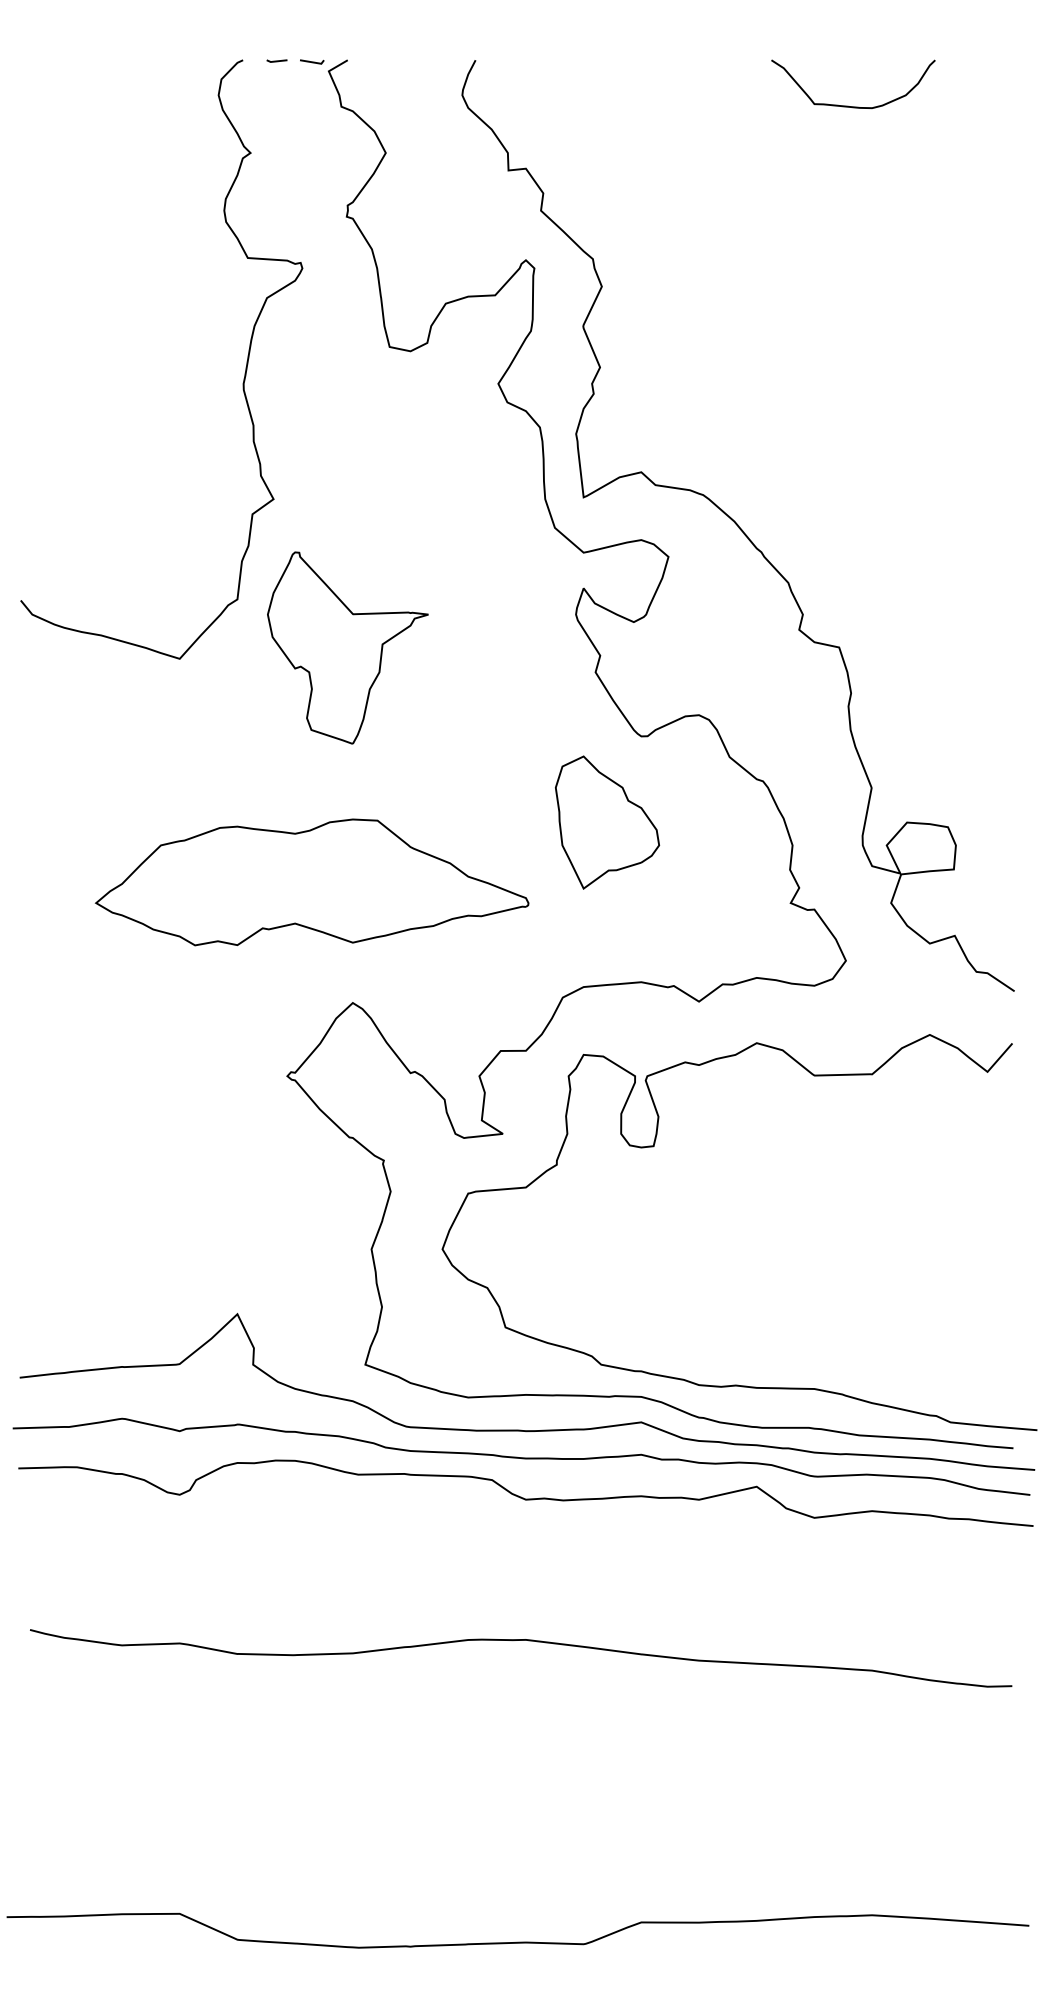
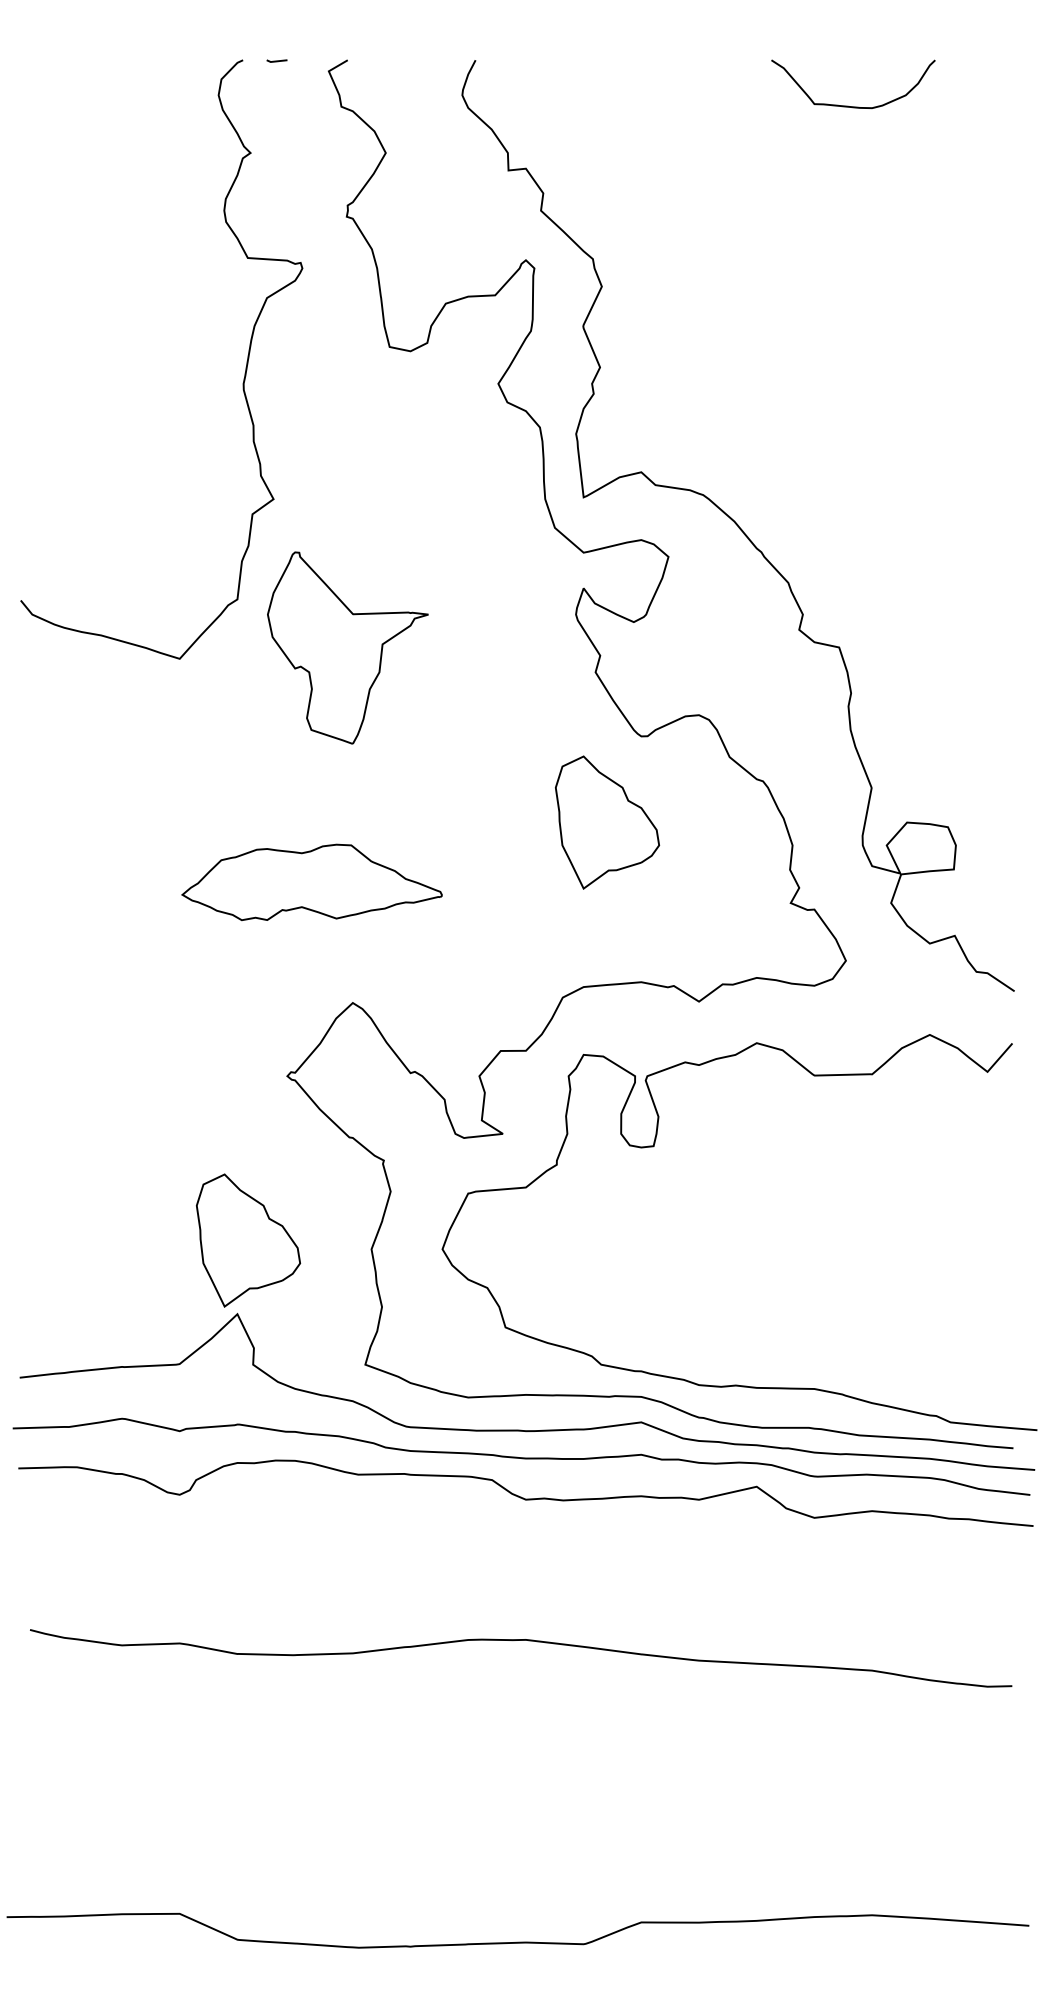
line at (312, 61): present -> none
part at (311, 882) size: 436x129 px -> 262x78 px
part at (248, 1240): none -> present
